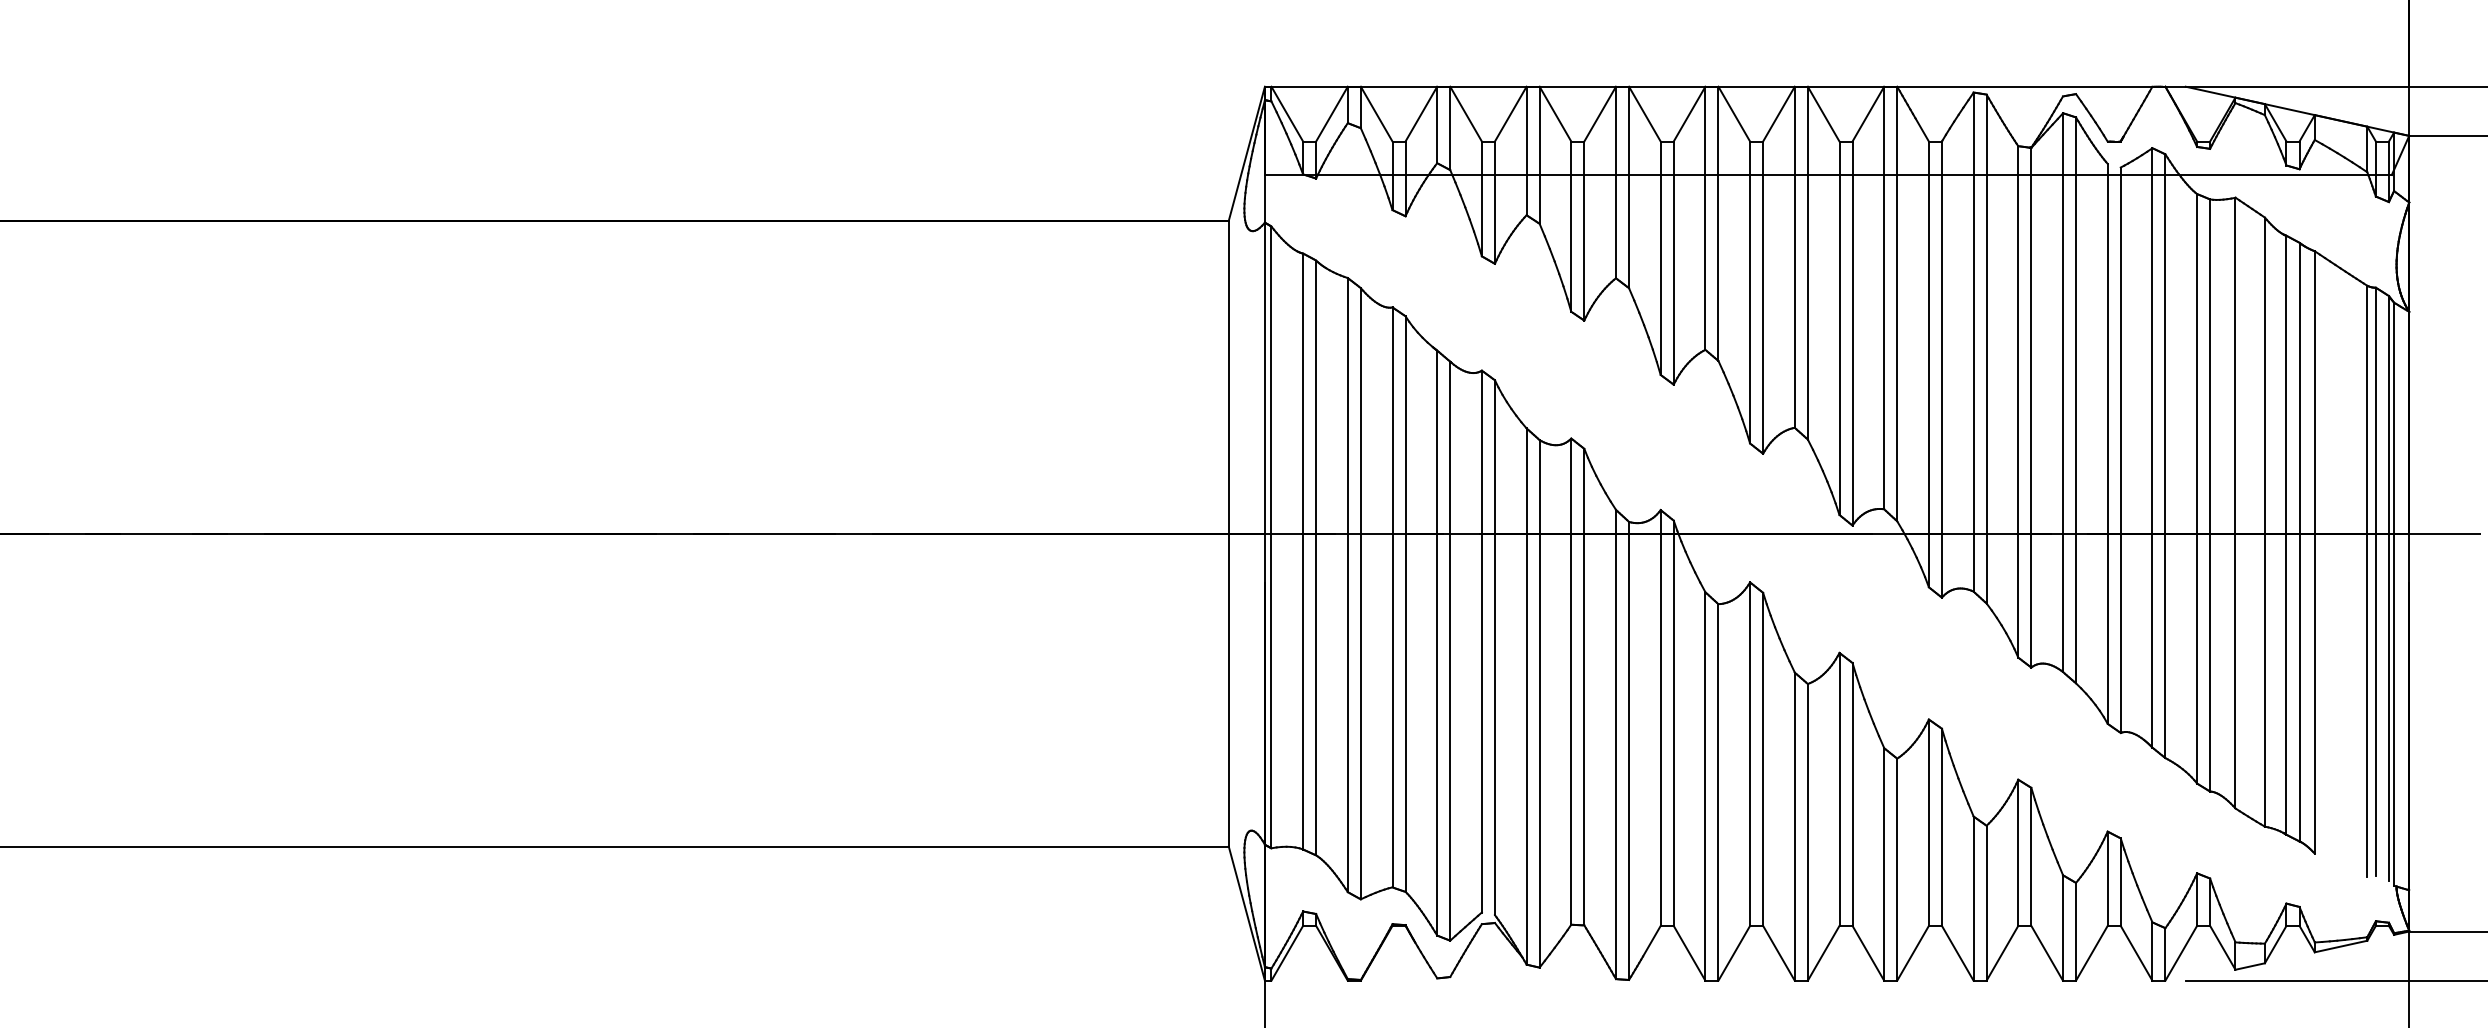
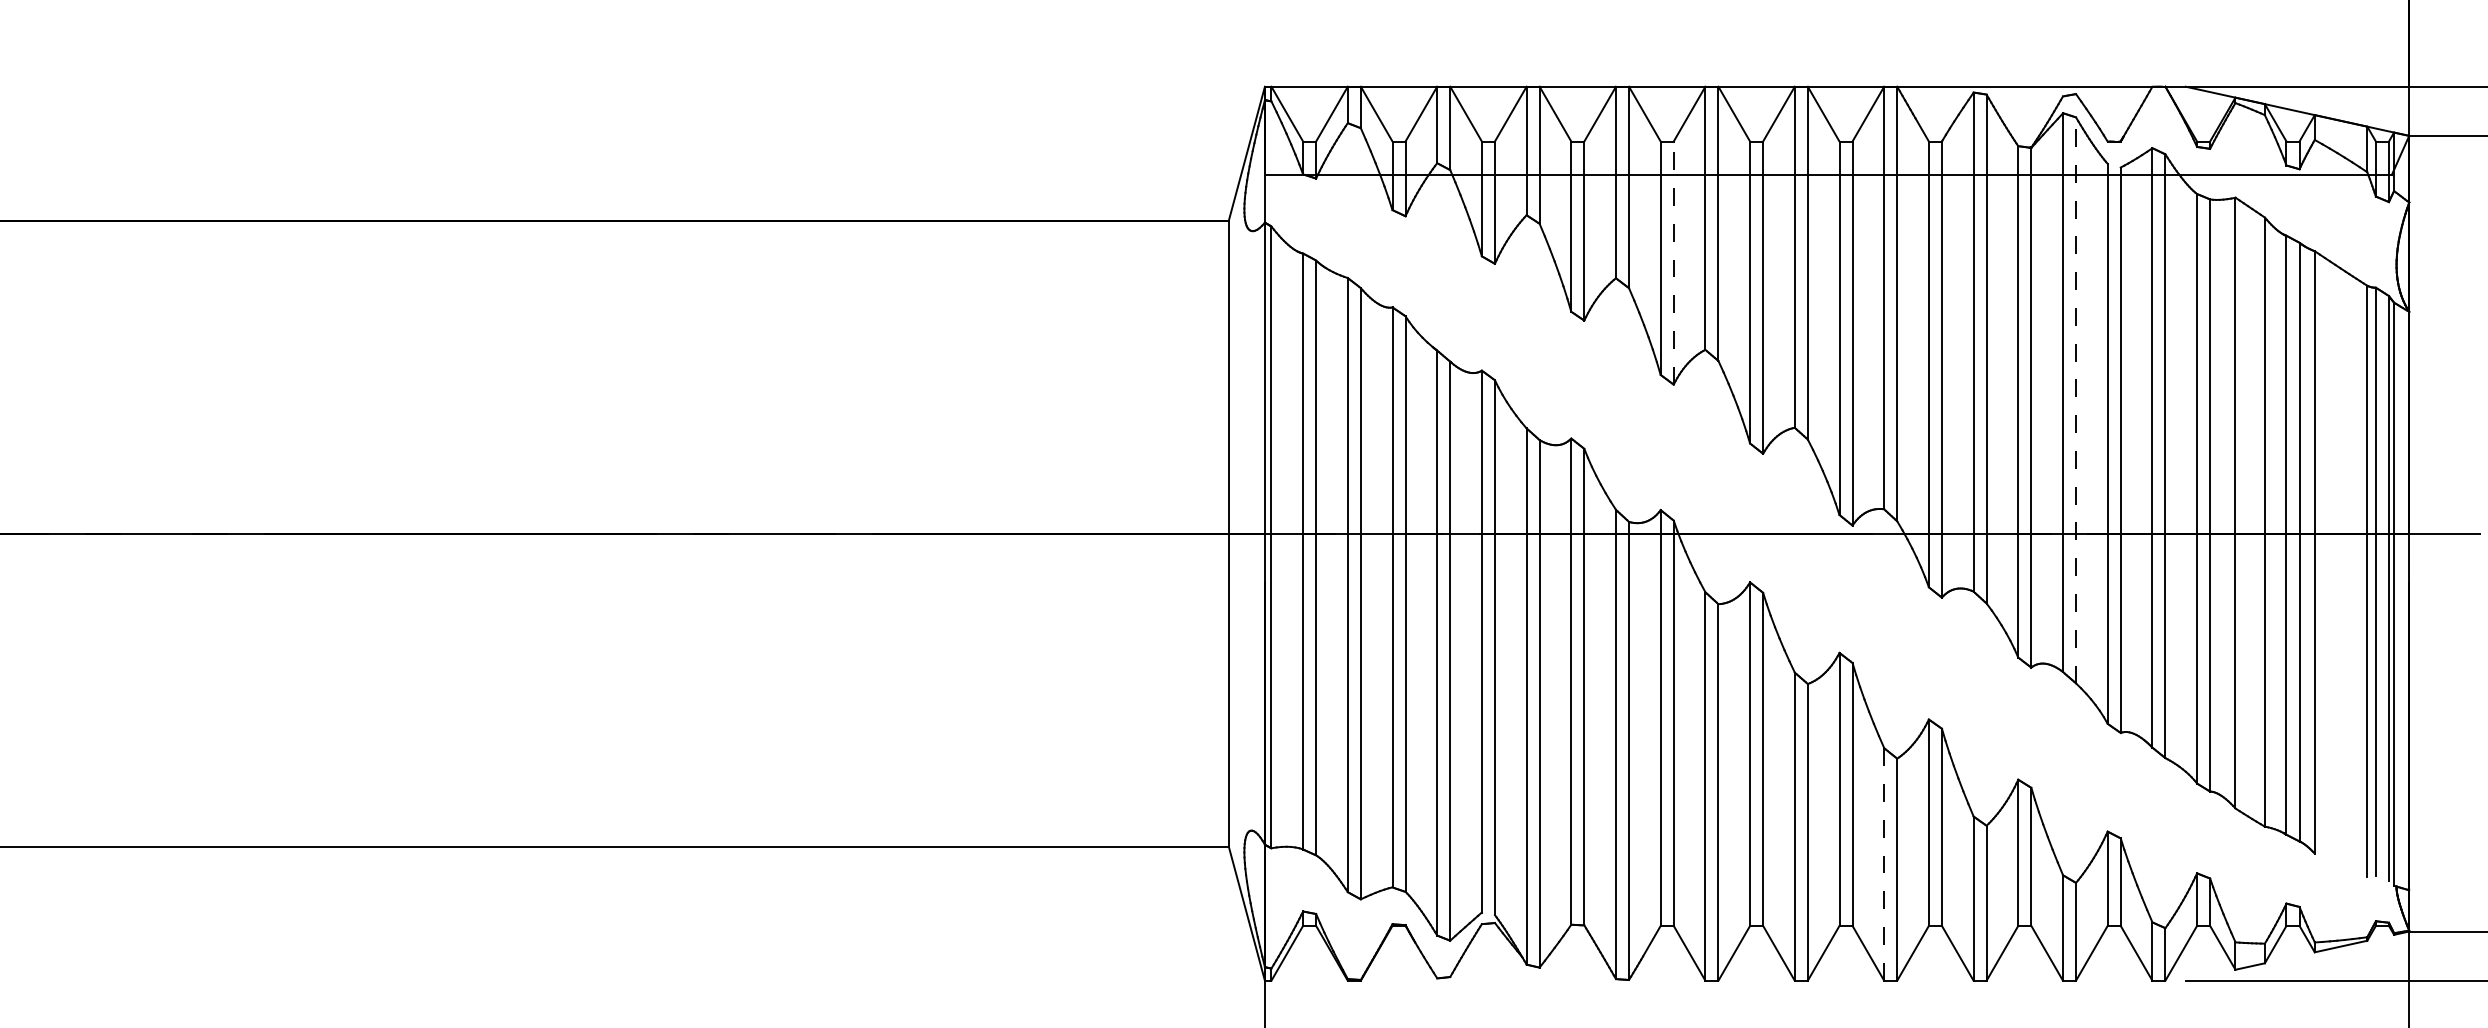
line at (1673, 263): solid -> dashed
line at (2076, 400): solid -> dashed
line at (1884, 863): solid -> dashed
